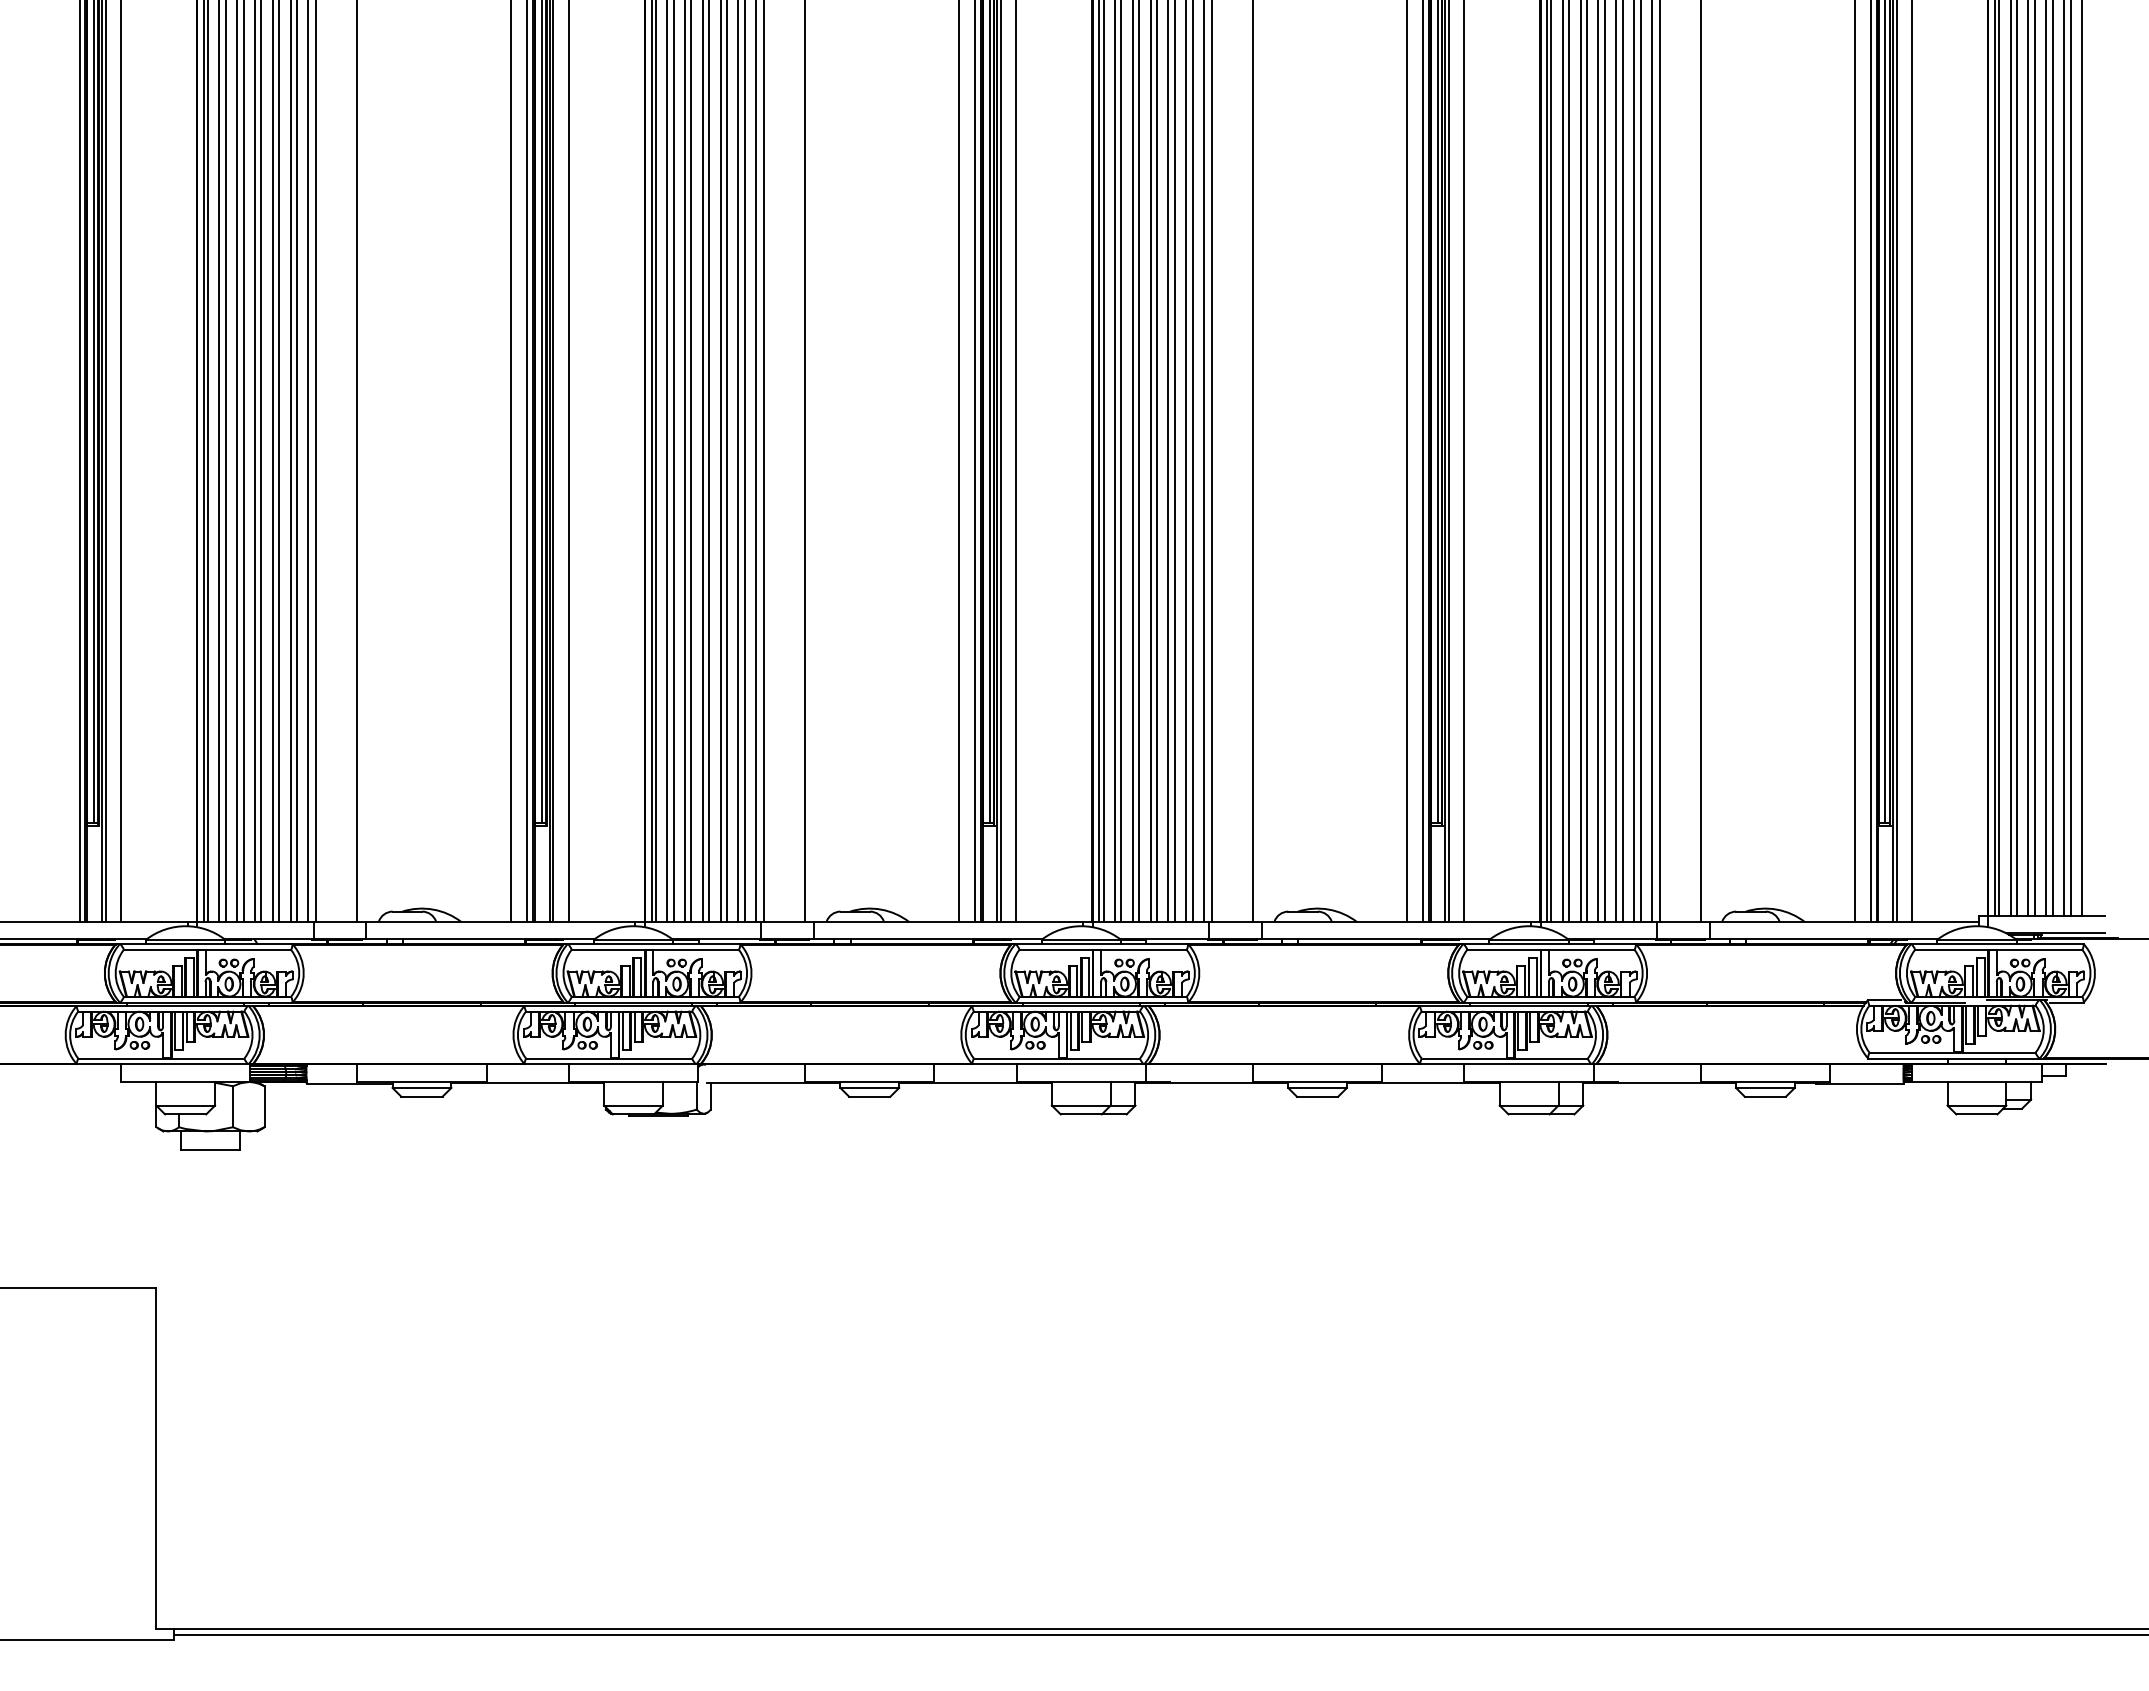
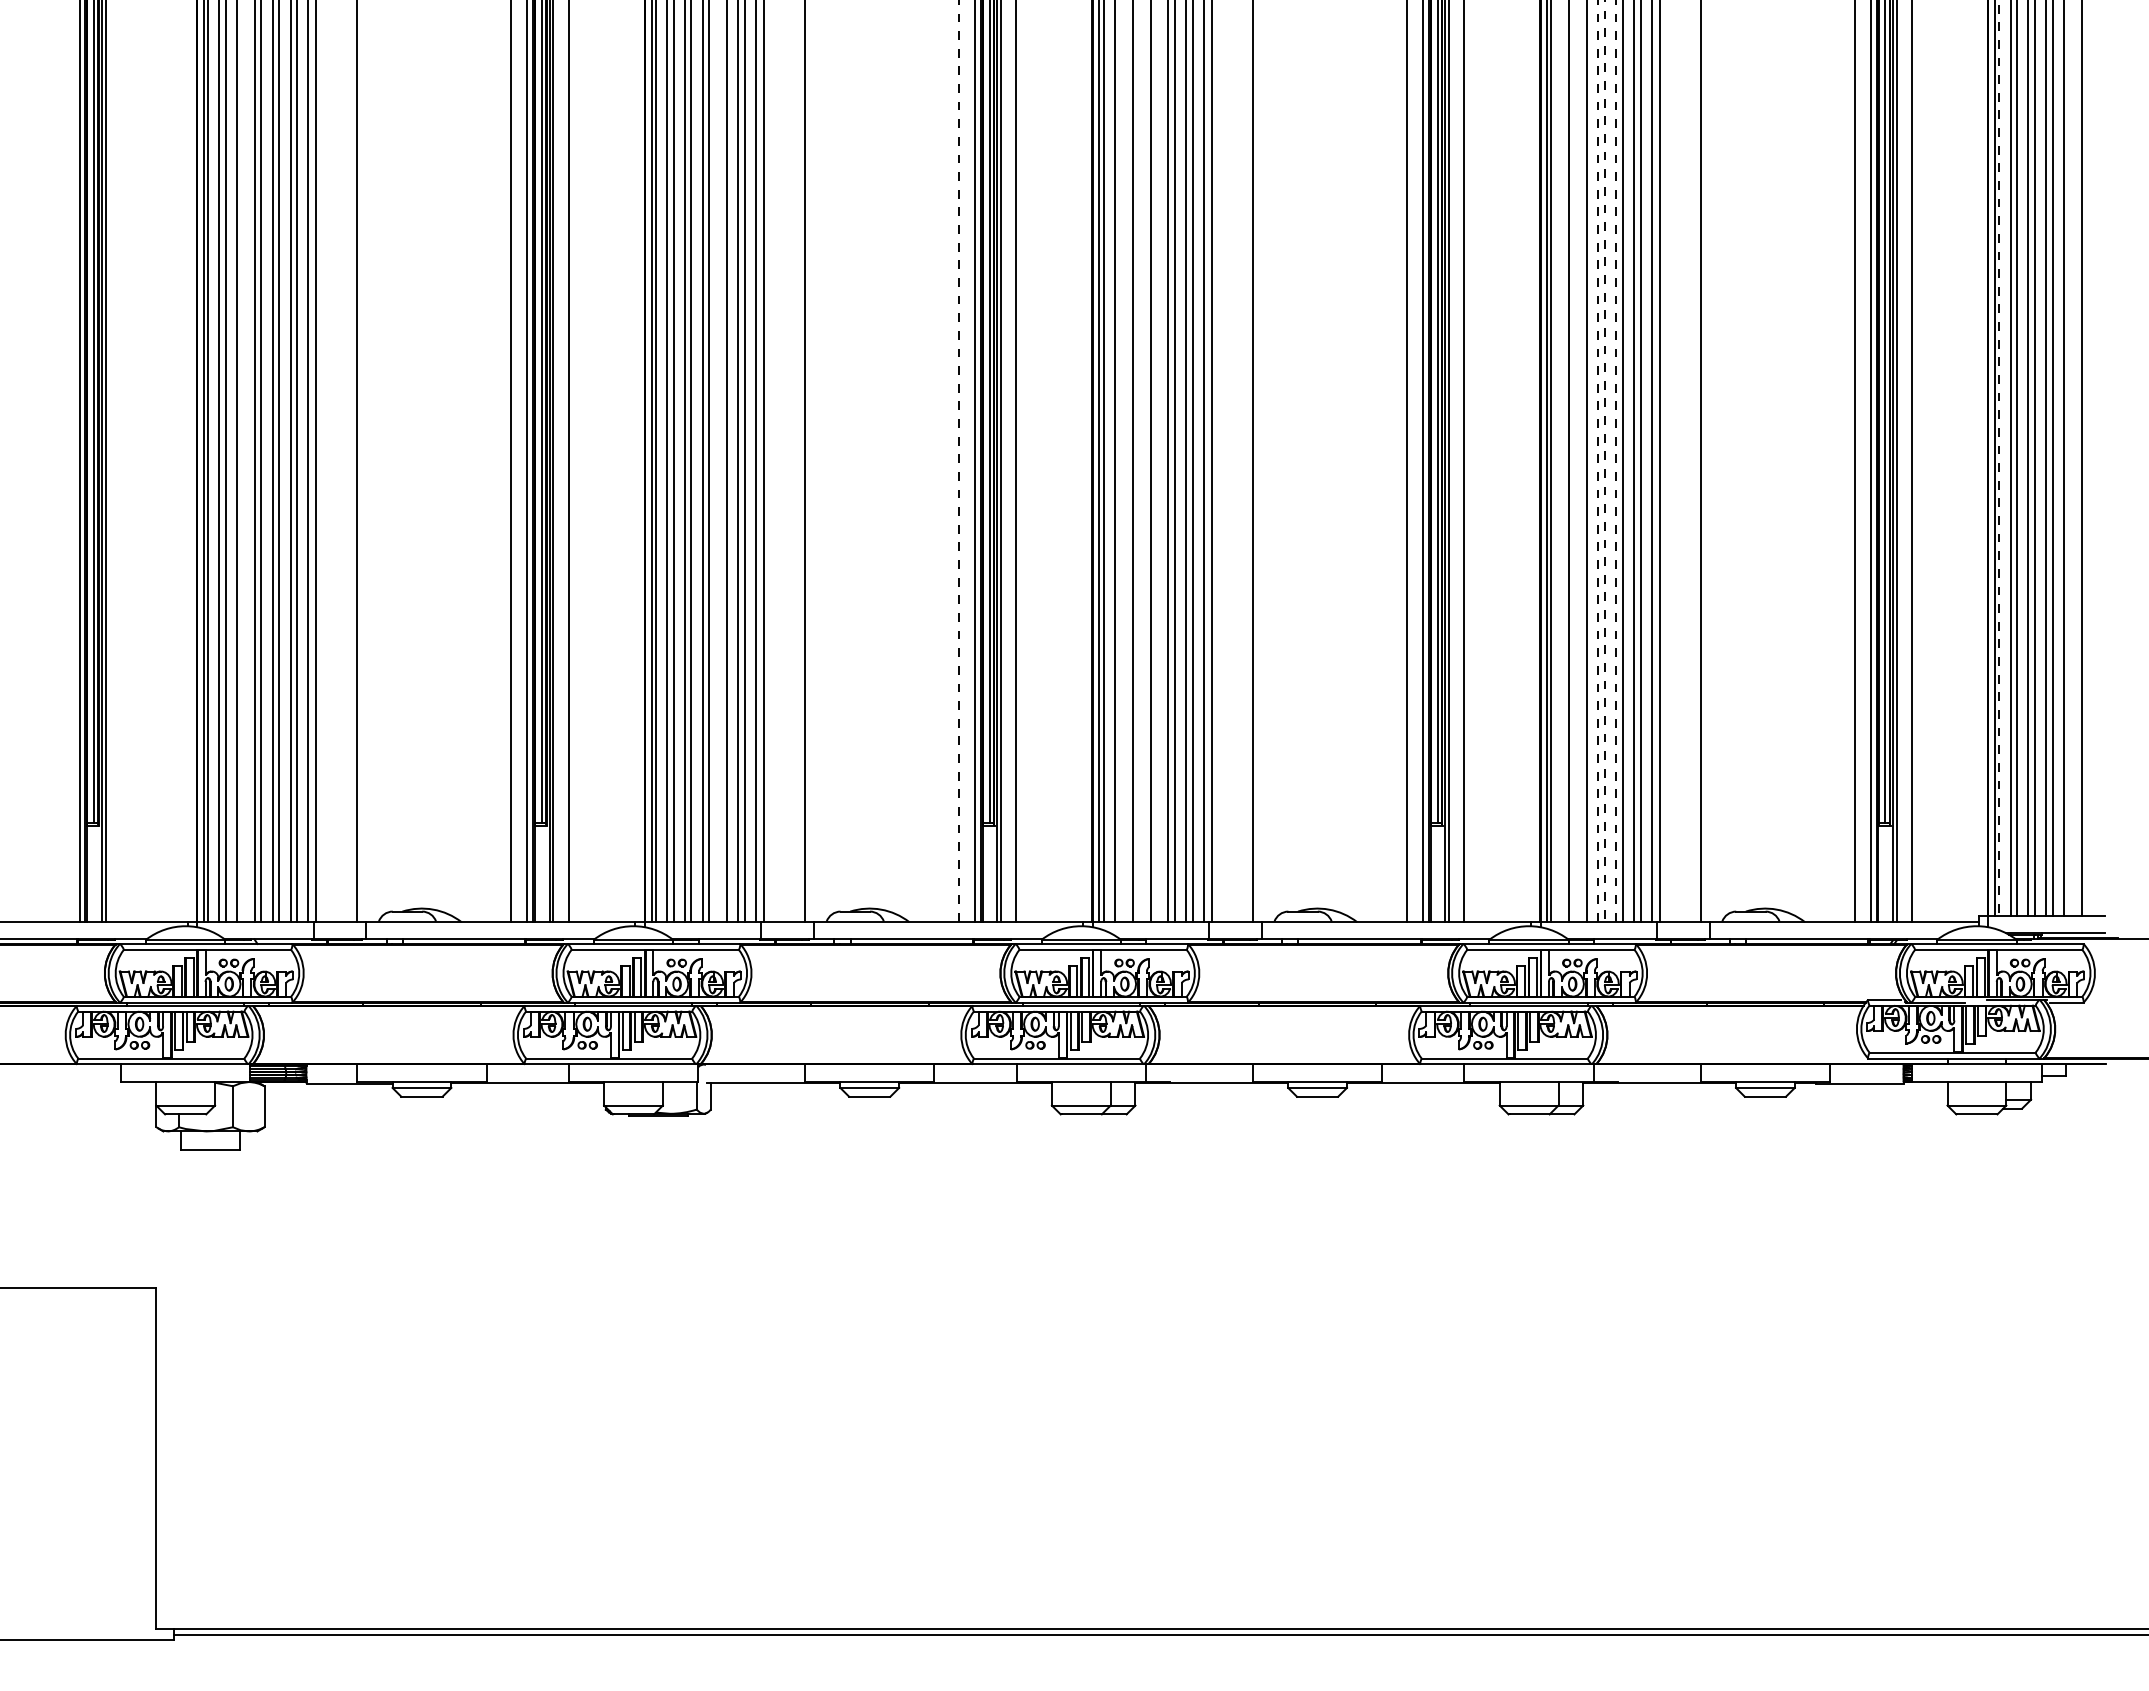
line at (1999, 458): solid -> dashed
line at (2070, 458): present -> none
line at (958, 460): solid -> dashed
line at (1598, 460): solid -> dashed
line at (1616, 460): solid -> dashed
line at (120, 461): present -> none
line at (243, 461): present -> none
line at (720, 461): present -> none
line at (1121, 461): present -> none
line at (1139, 461): present -> none
line at (1157, 461): present -> none
line at (1562, 461): present -> none
line at (1580, 461): present -> none
line at (1604, 461): solid -> dashed
